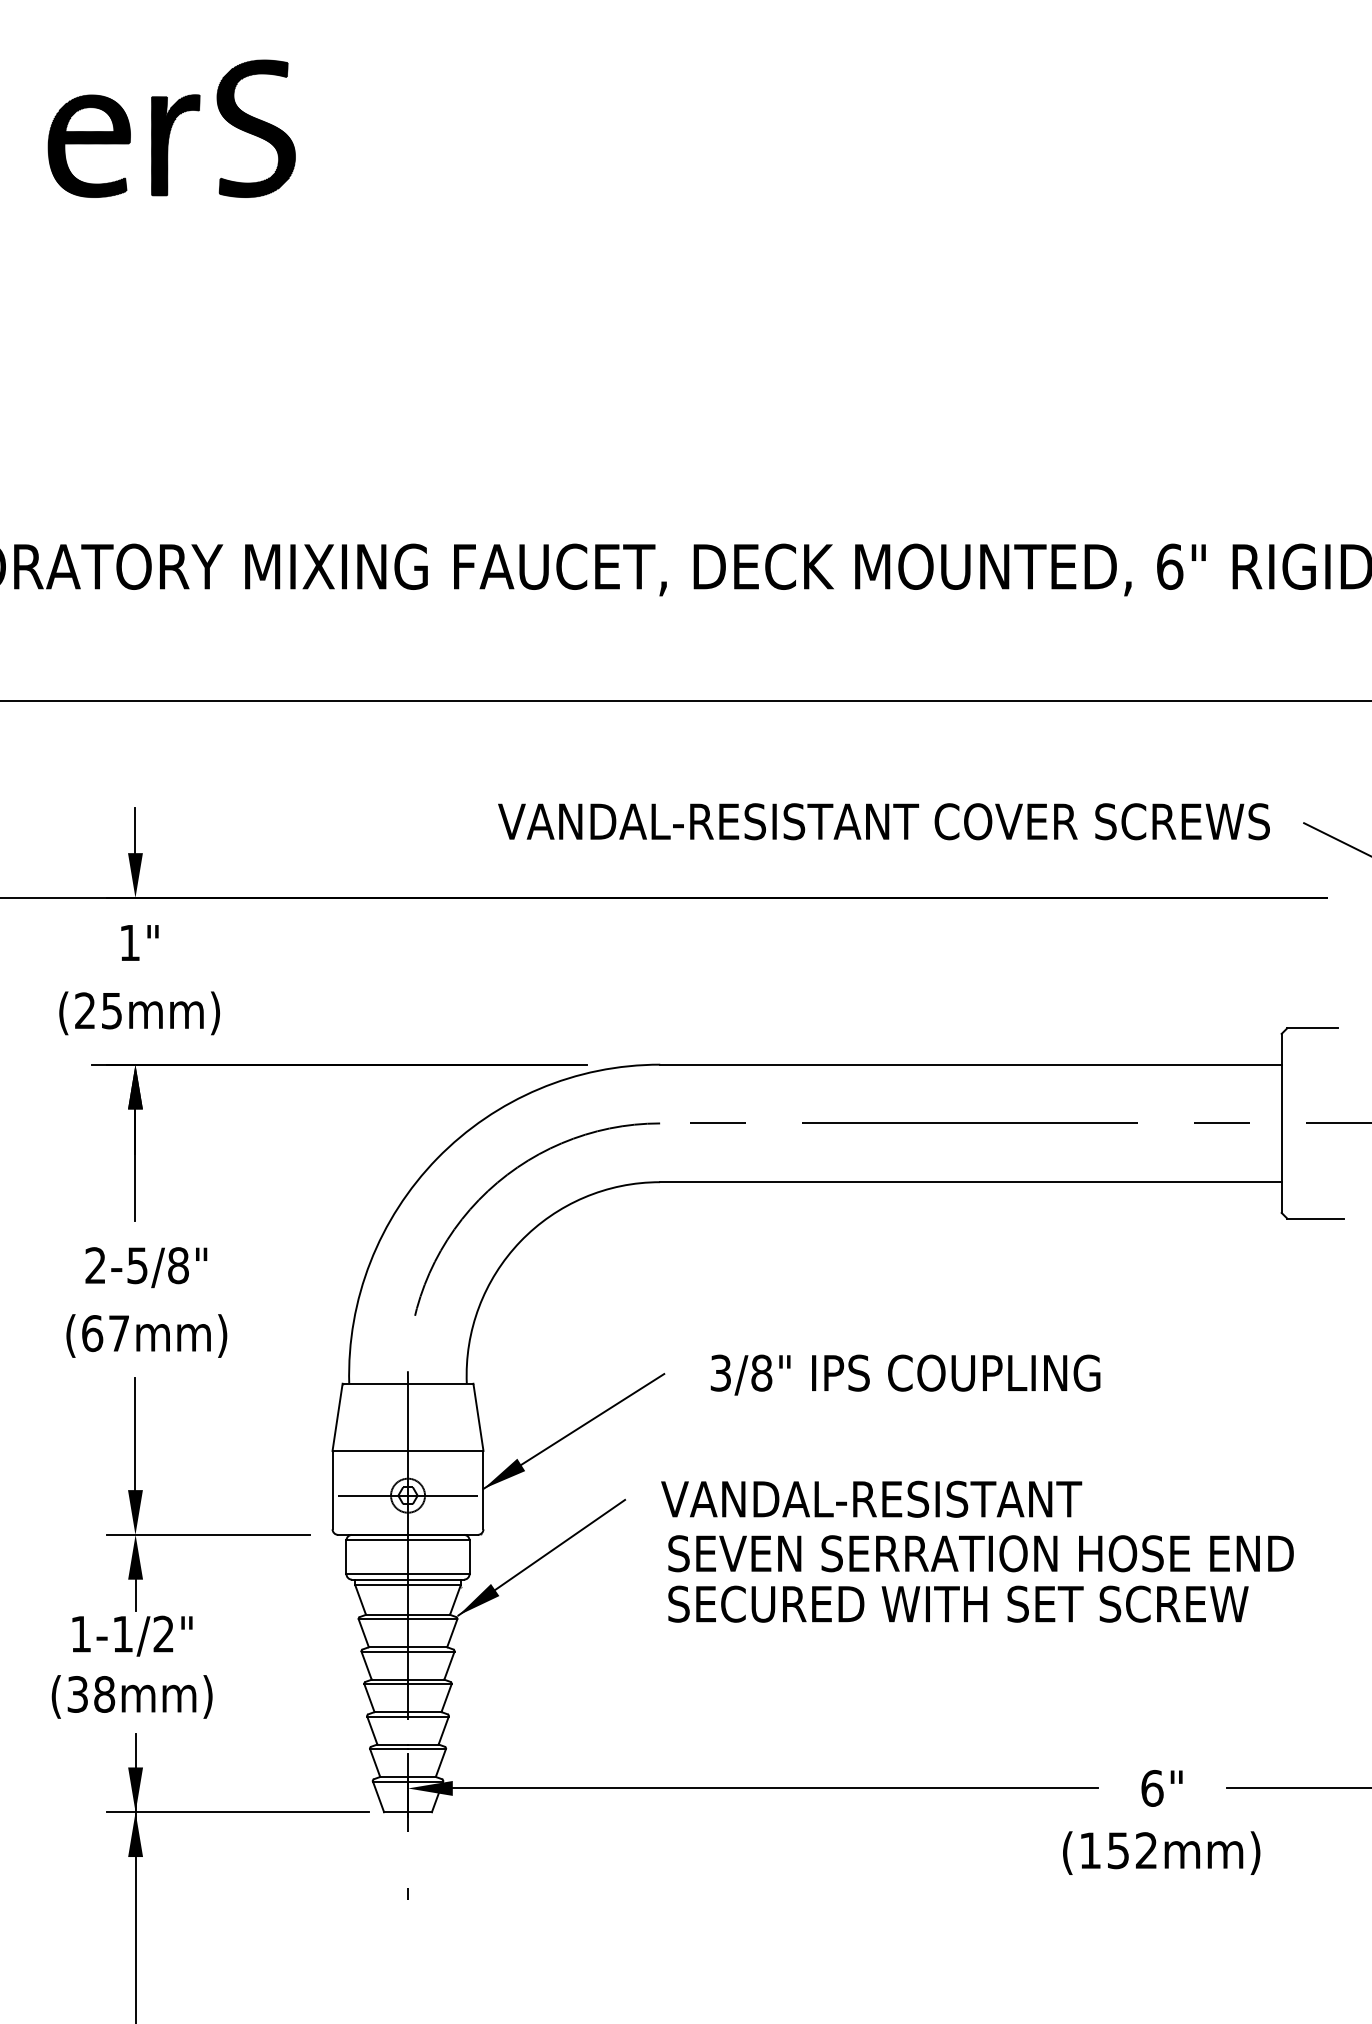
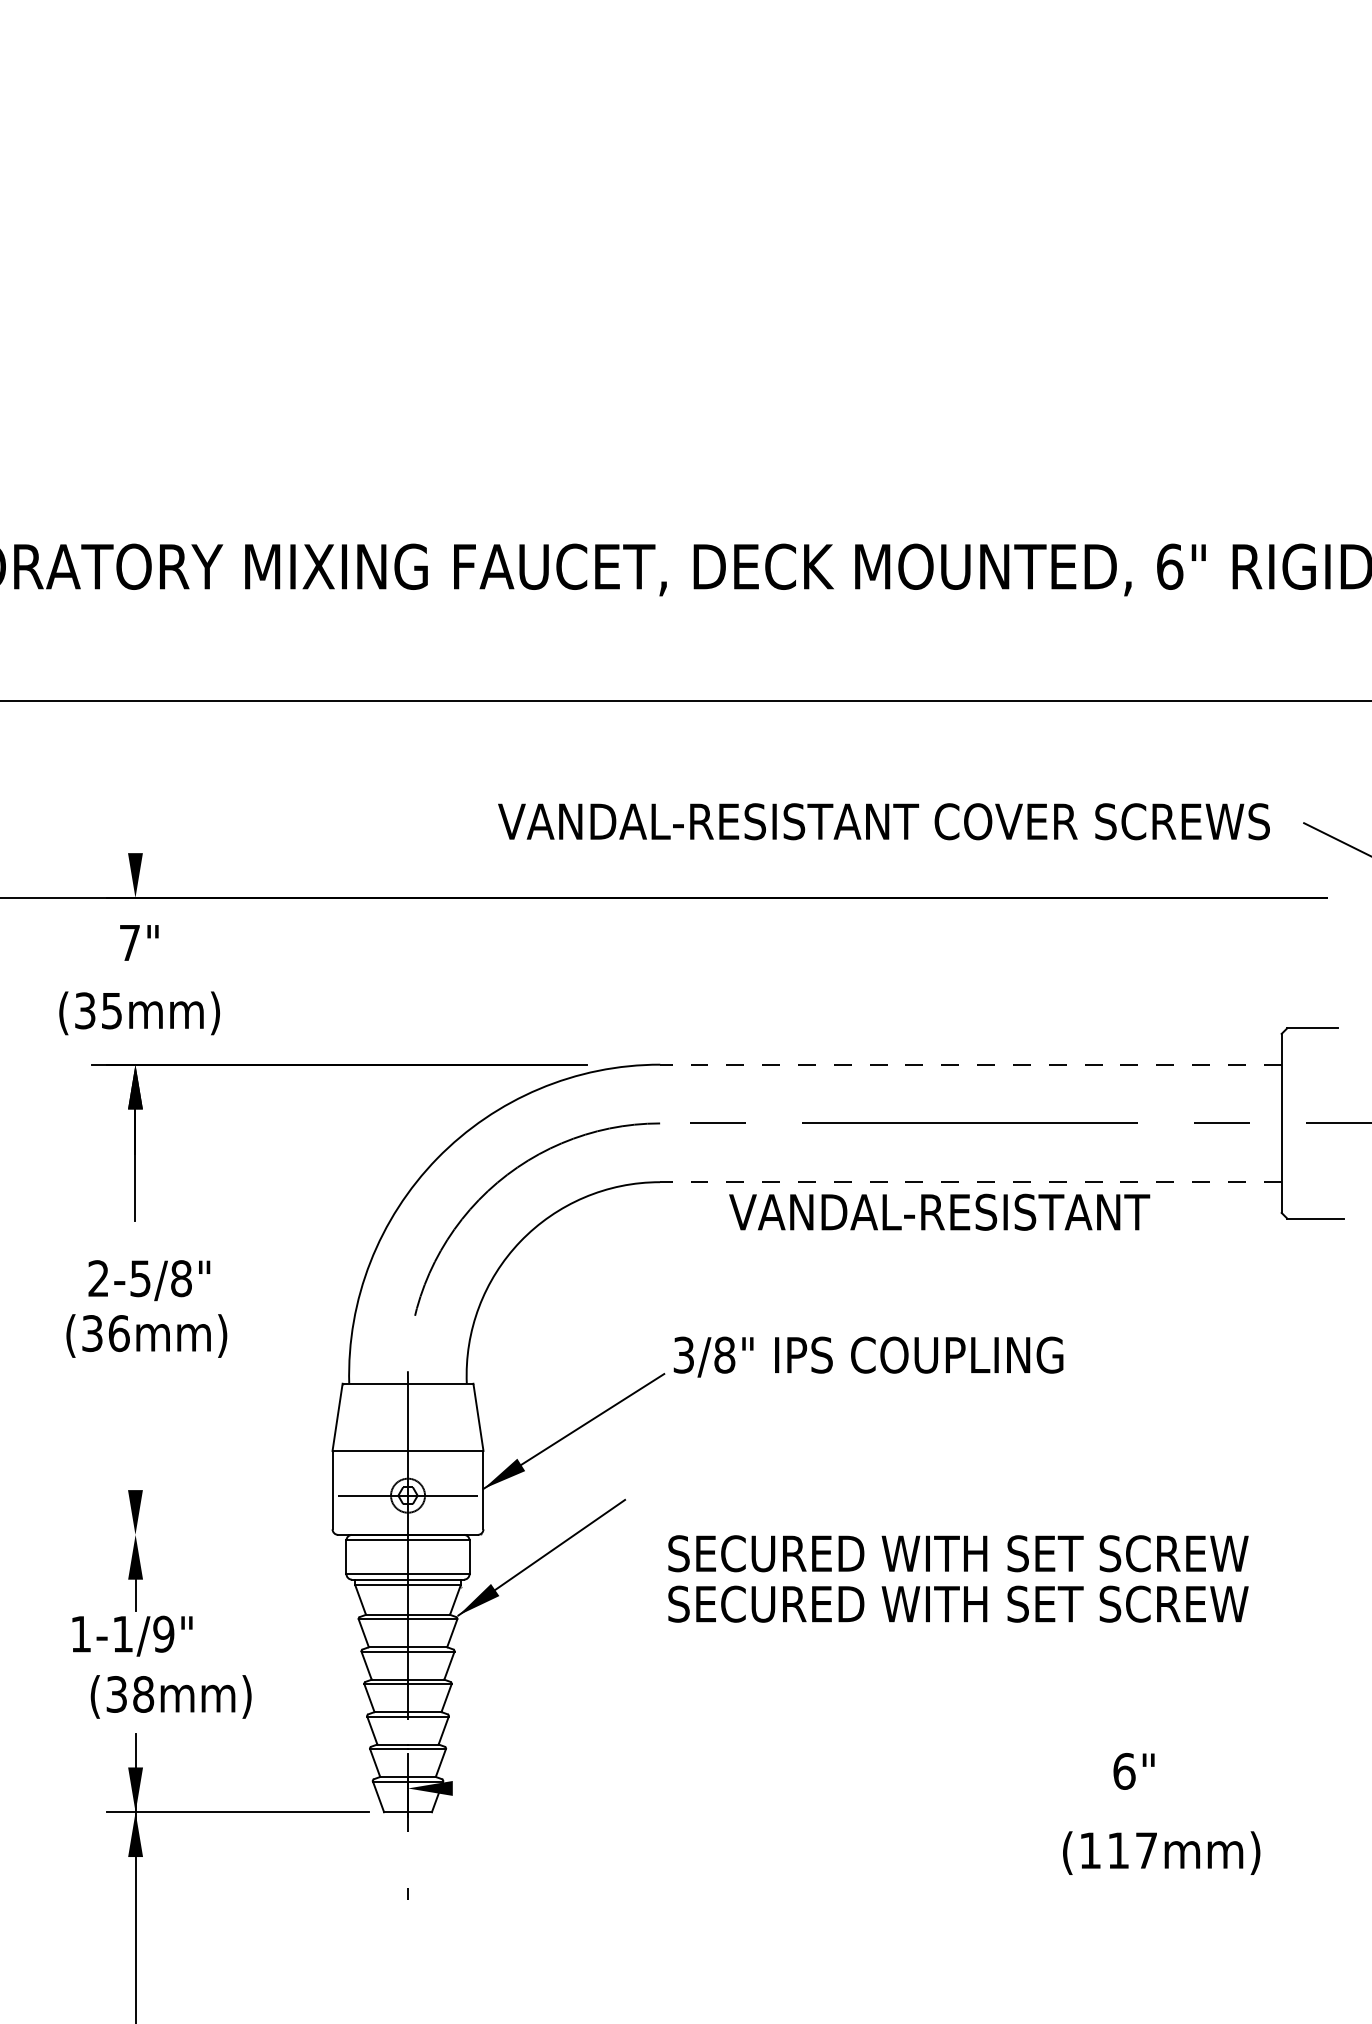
part at (171, 128): present -> none
line at (135, 830): present -> none
text at (129, 942): 1" -> 7"
text at (85, 1010): (25mm) -> (35mm)
line at (970, 1064): solid -> dashed
line at (970, 1182): solid -> dashed
text at (146, 1267) position: (146, 1267) -> (149, 1280)
text at (105, 1333): (67mm) -> (36mm)
text at (905, 1374) position: (905, 1374) -> (868, 1356)
line at (135, 1434): present -> none
text at (871, 1498) position: (871, 1498) -> (939, 1211)
line at (208, 1534): present -> none
text at (1006, 1553): SEVEN SERRATION HOSE END -> SECURED WITH SET SCREW
text at (163, 1633): 1-1/2" -> 1-1/9"
text at (131, 1696) position: (131, 1696) -> (170, 1696)
line at (774, 1788): present -> none
text at (1161, 1788) position: (1161, 1788) -> (1133, 1771)
line at (1297, 1788): present -> none
text at (1132, 1850): (152mm) -> (117mm)
